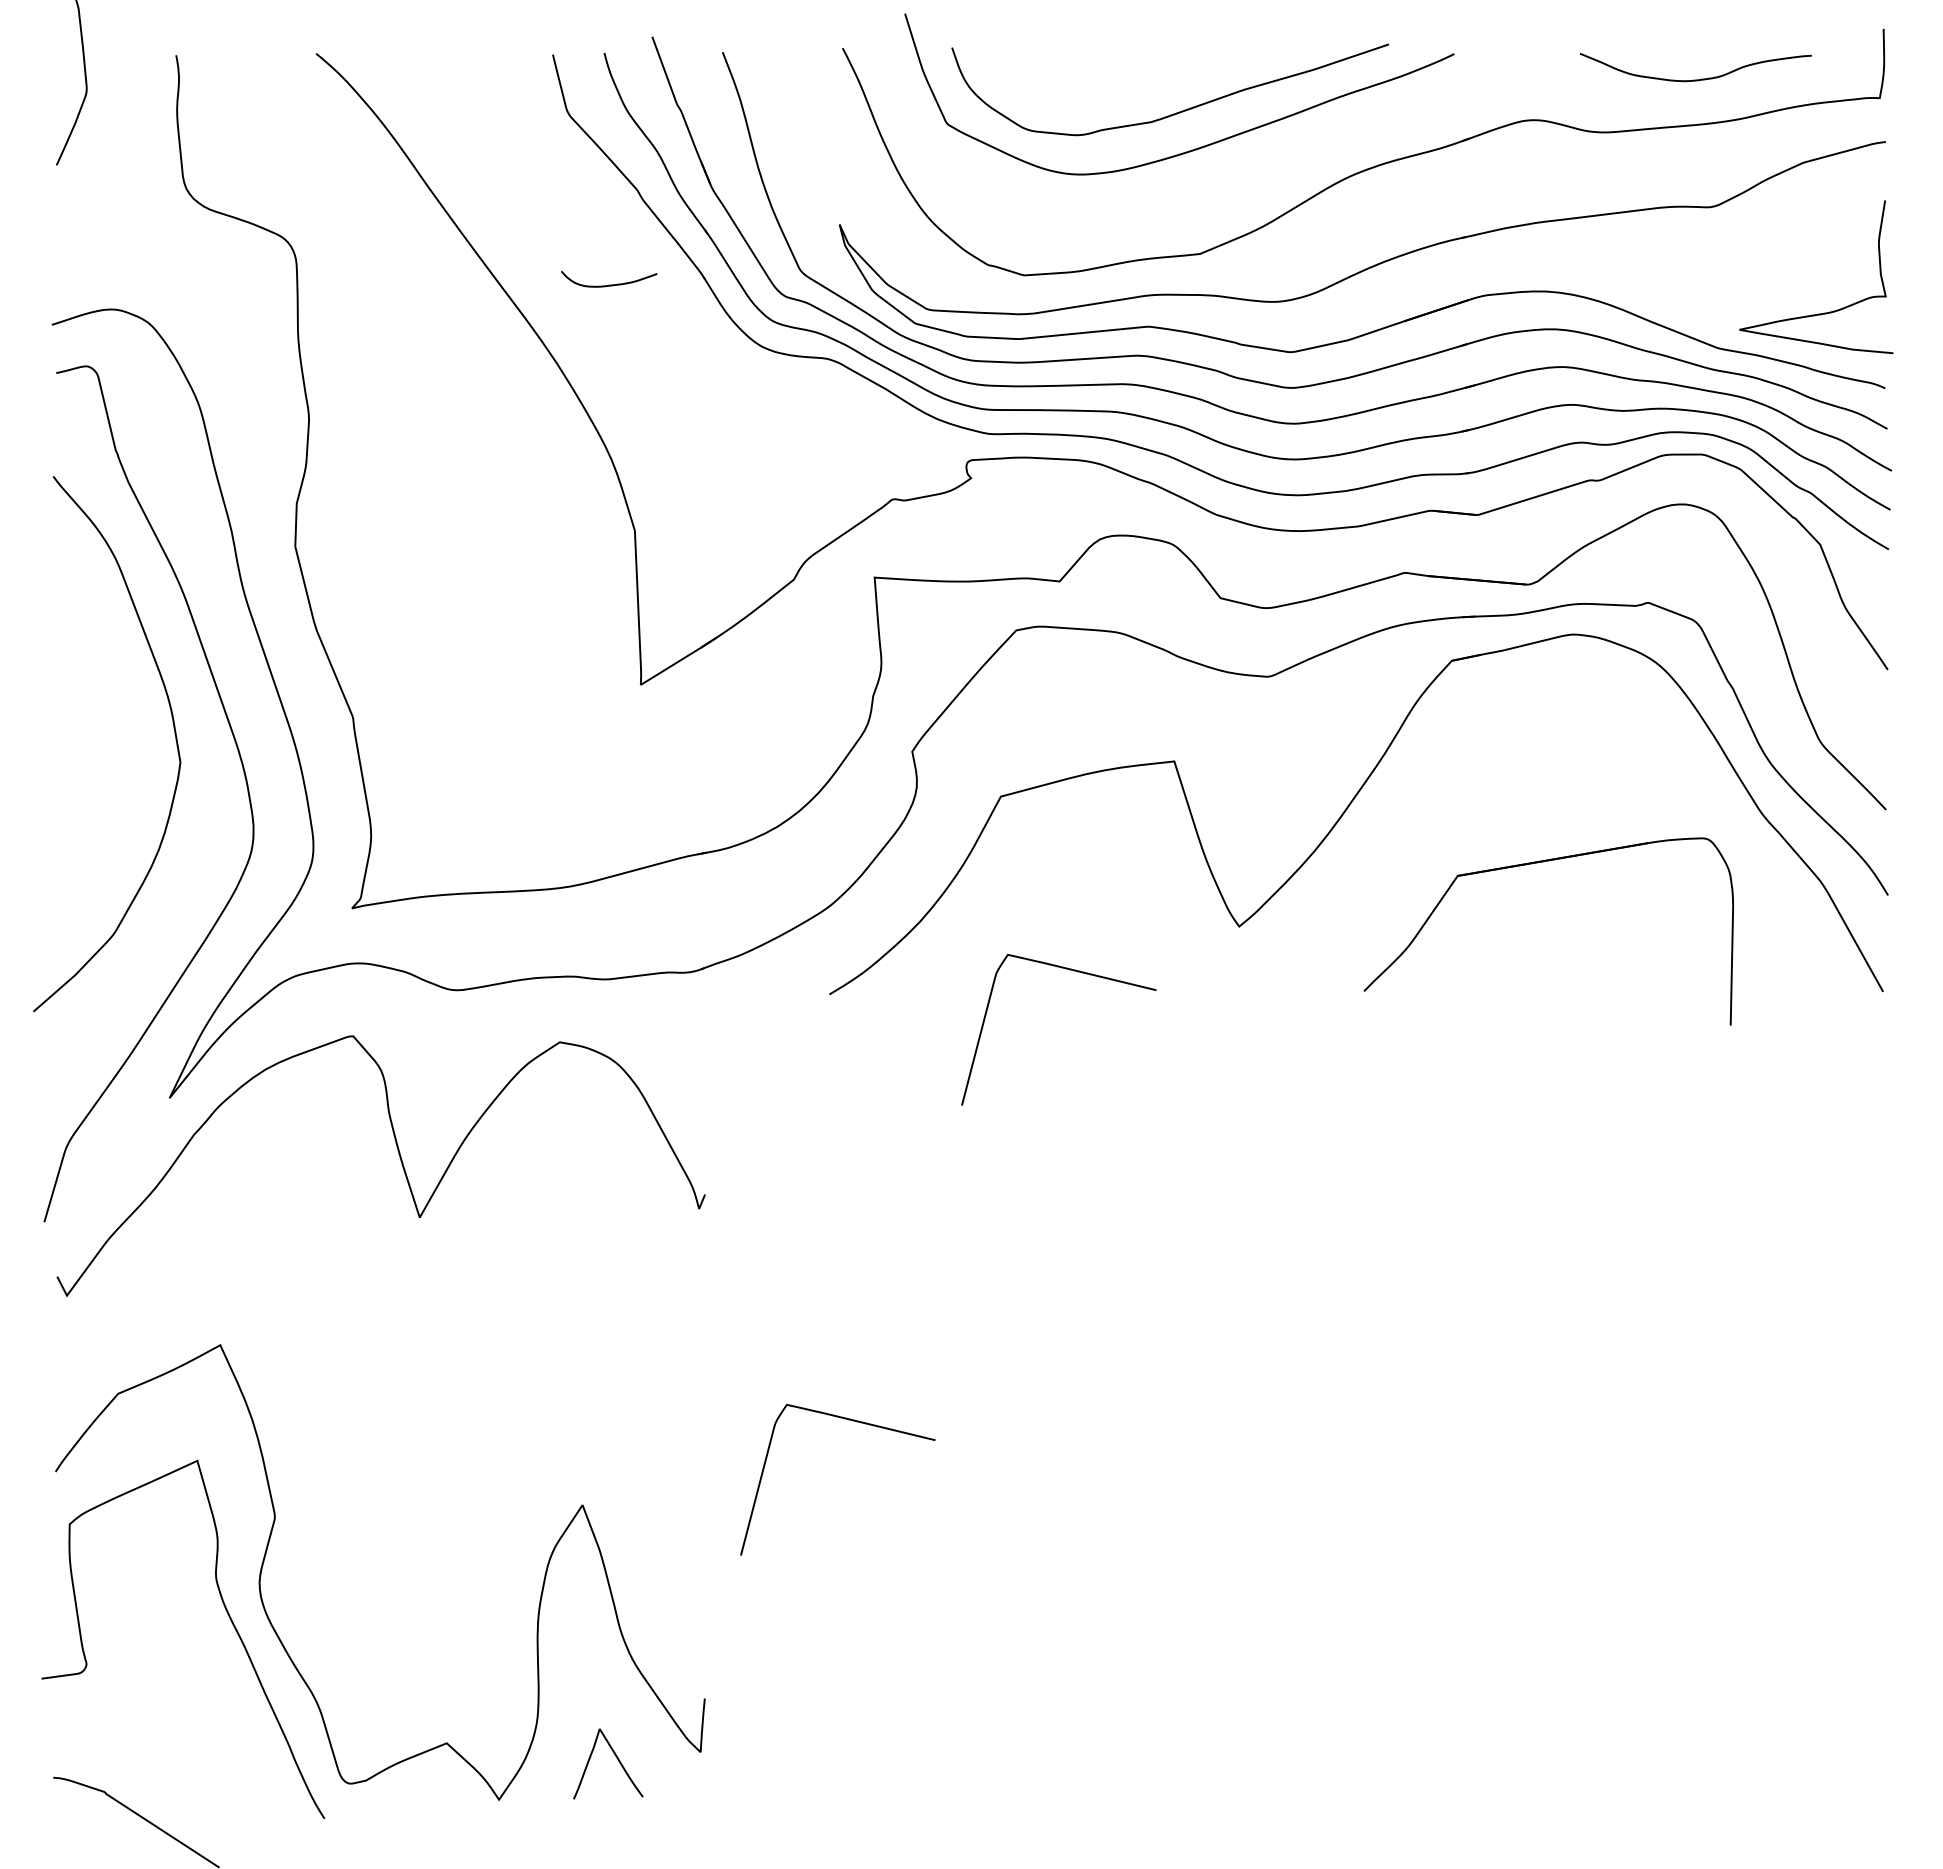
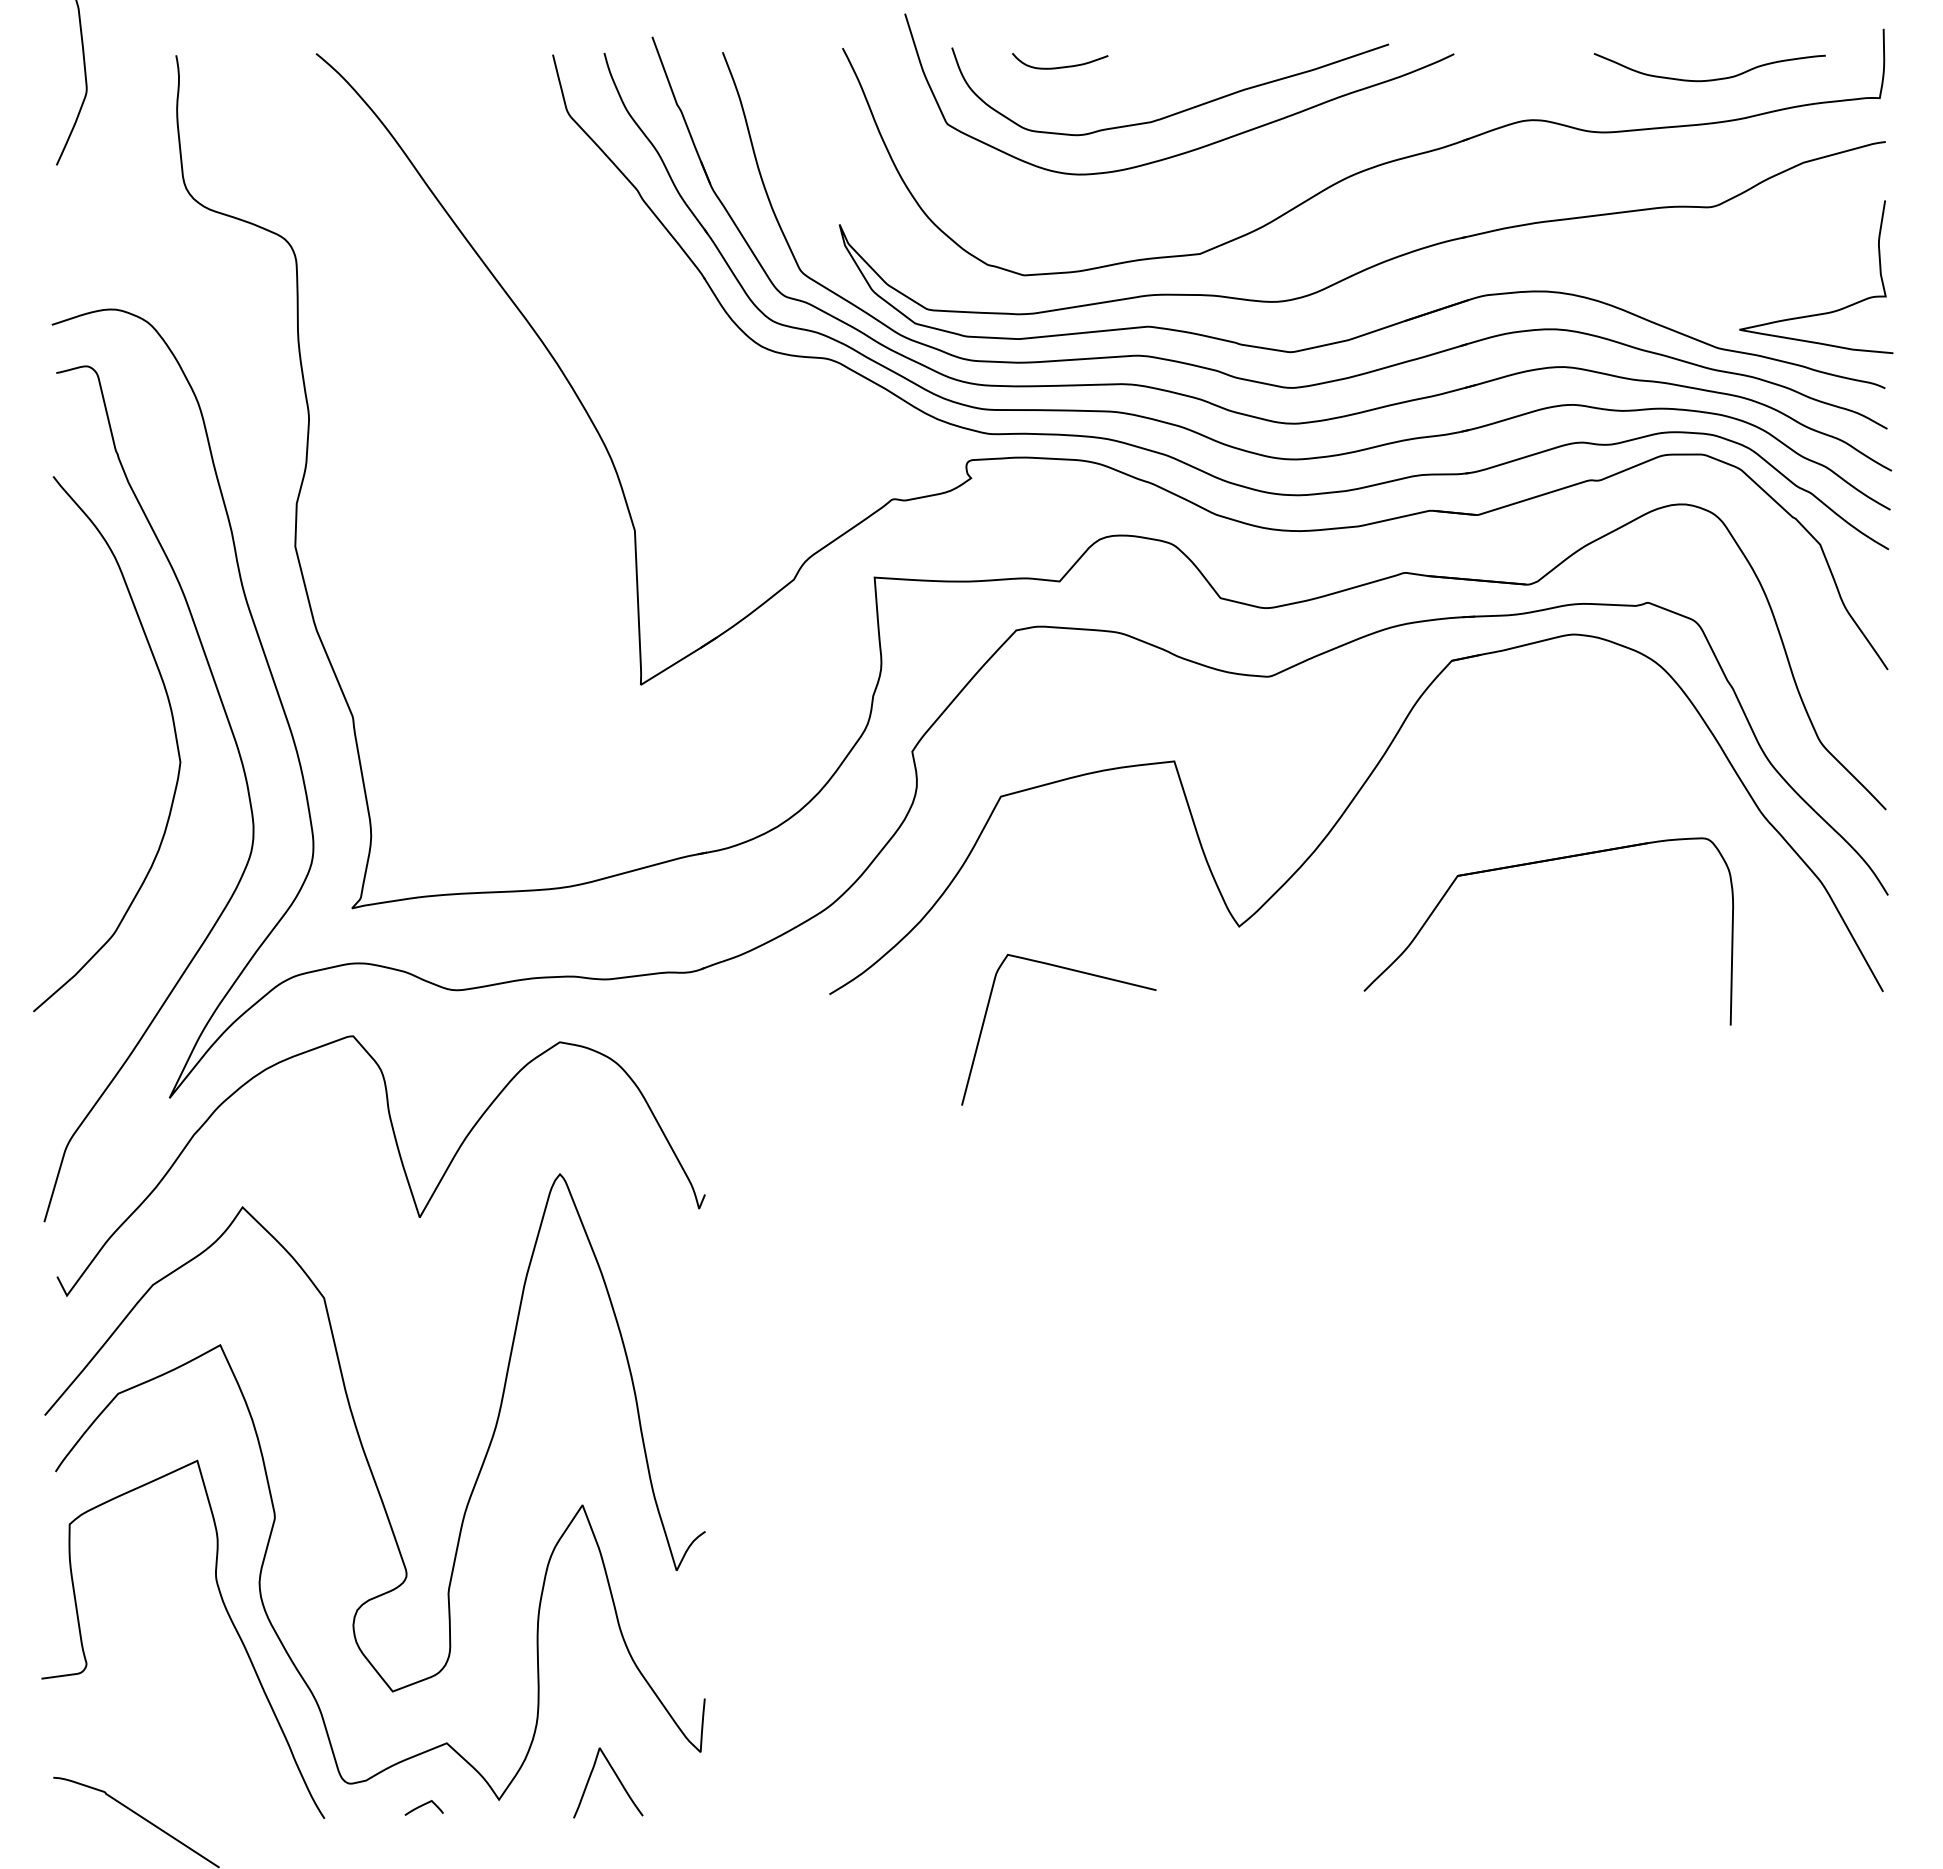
curve at (1695, 79) position: (1695, 79) -> (1709, 79)
curve at (609, 284) position: (609, 284) -> (1060, 66)
curve at (852, 1421): present -> none
curve at (360, 1437): none -> present
curve at (616, 1758) position: (616, 1758) -> (616, 1777)
curve at (422, 1806): none -> present
